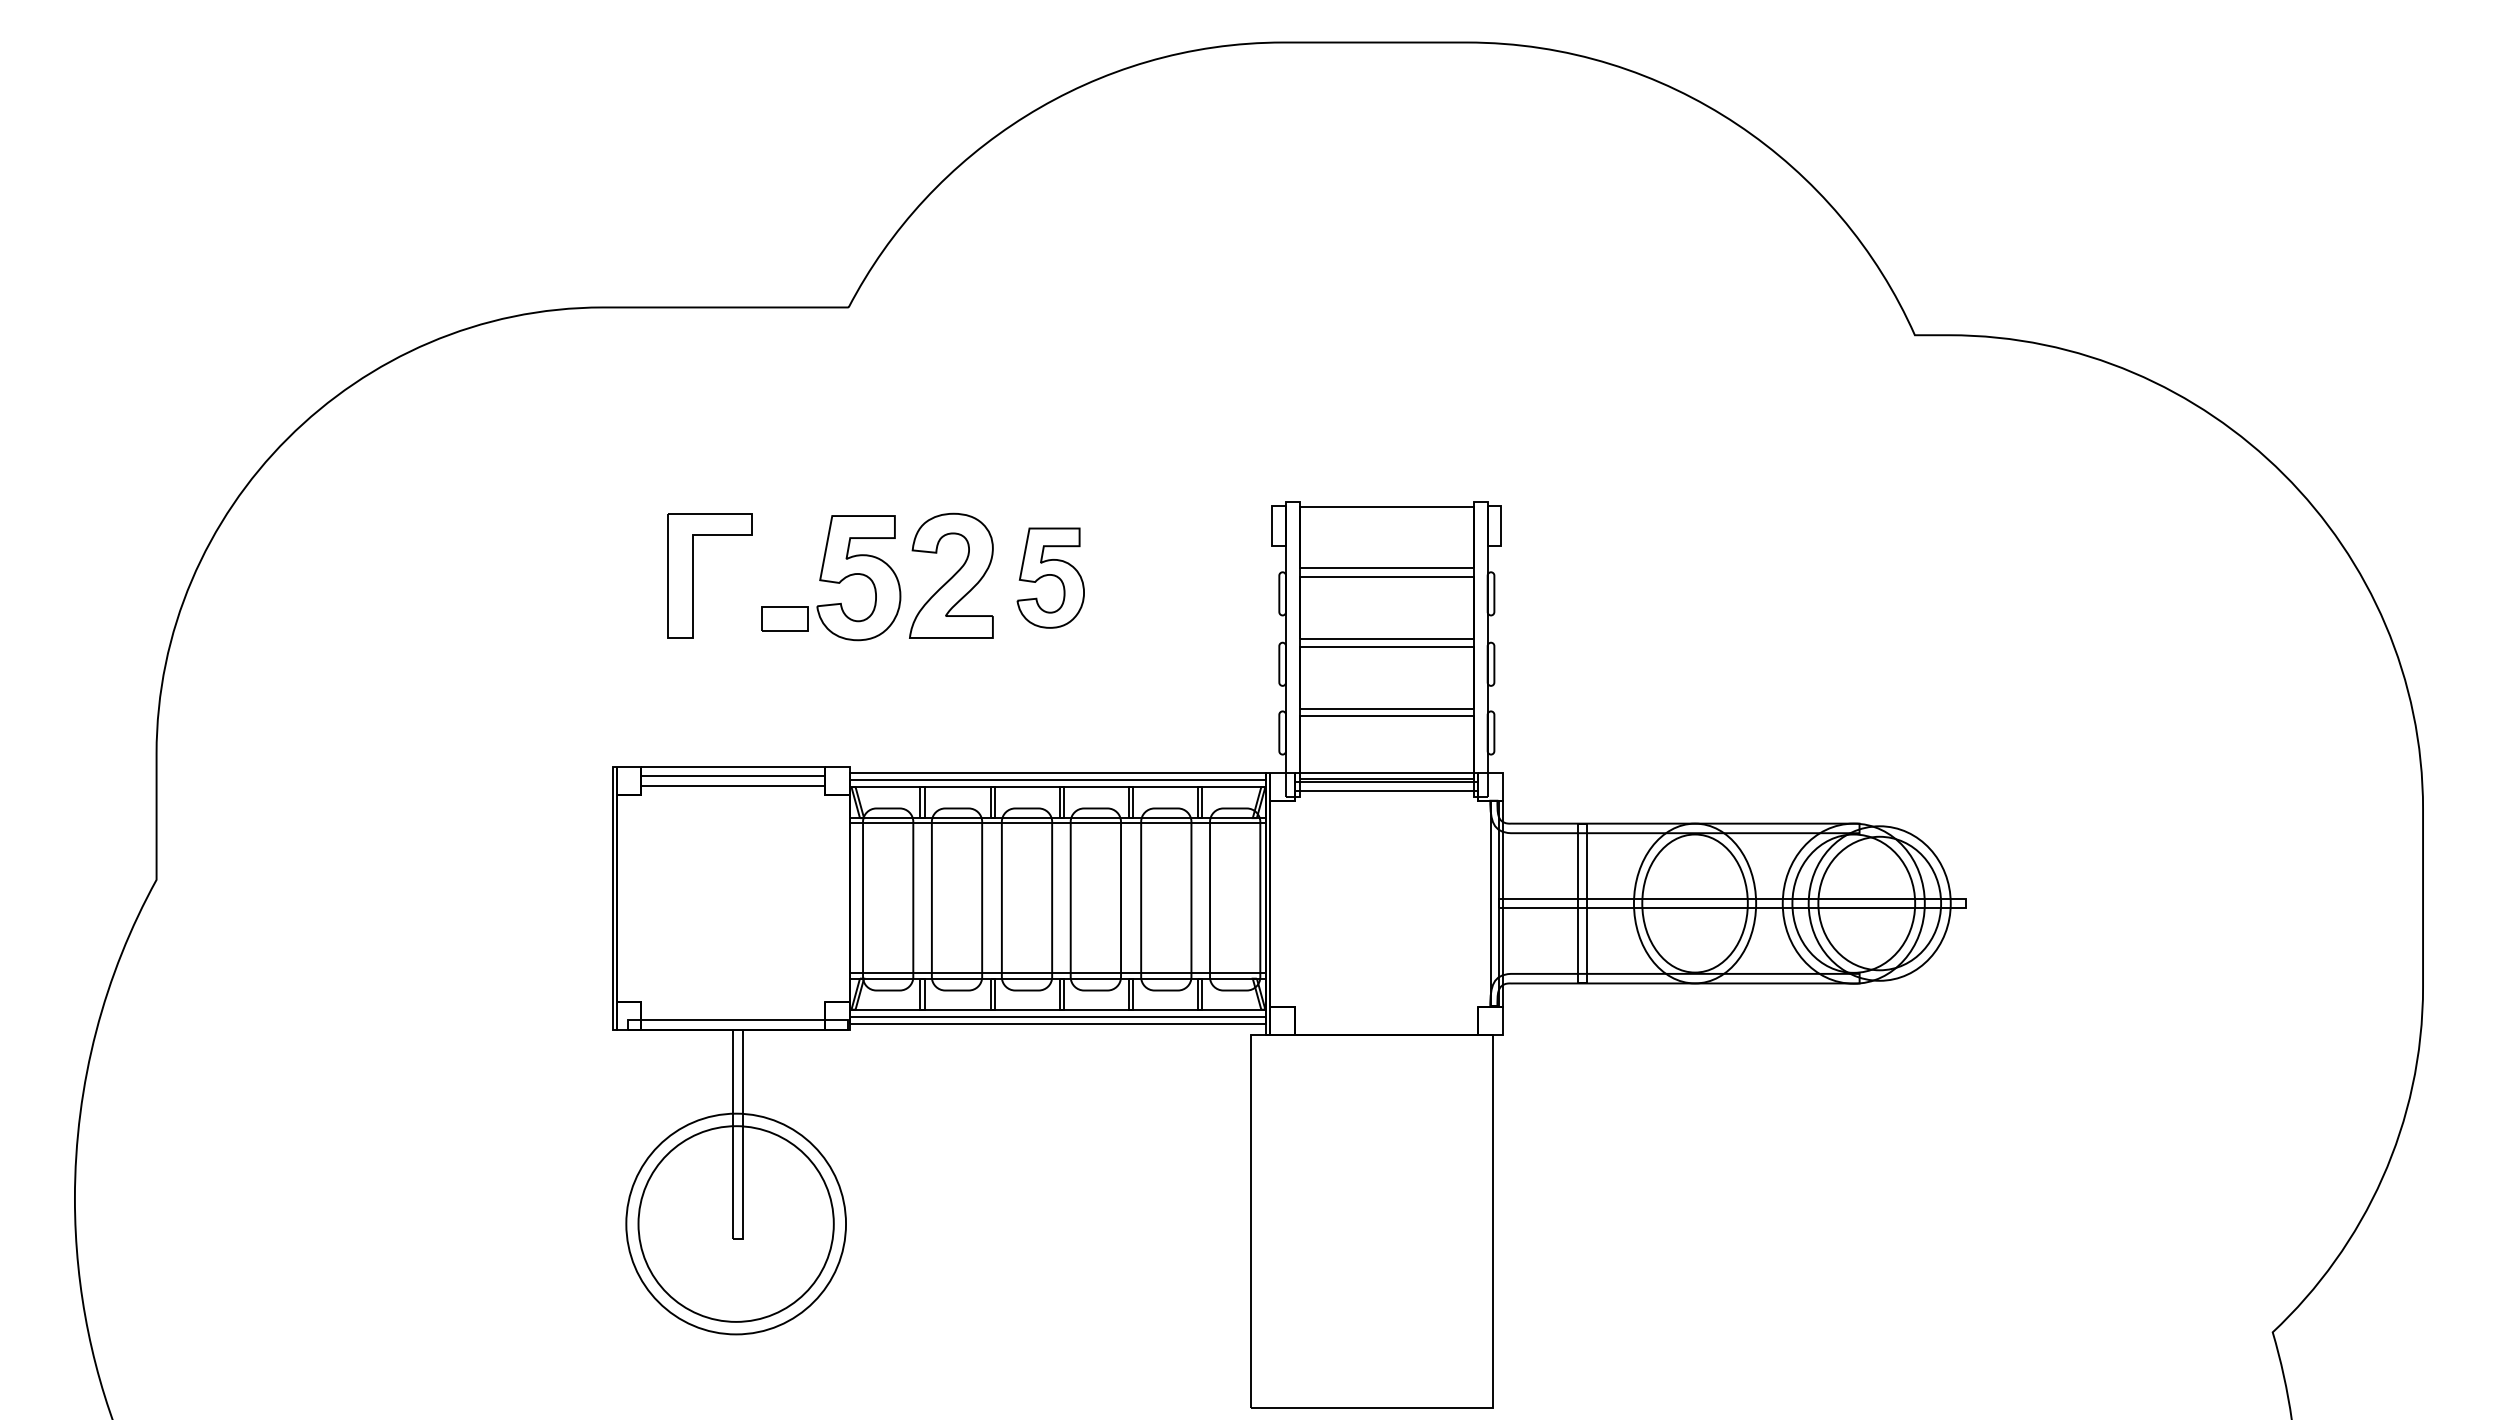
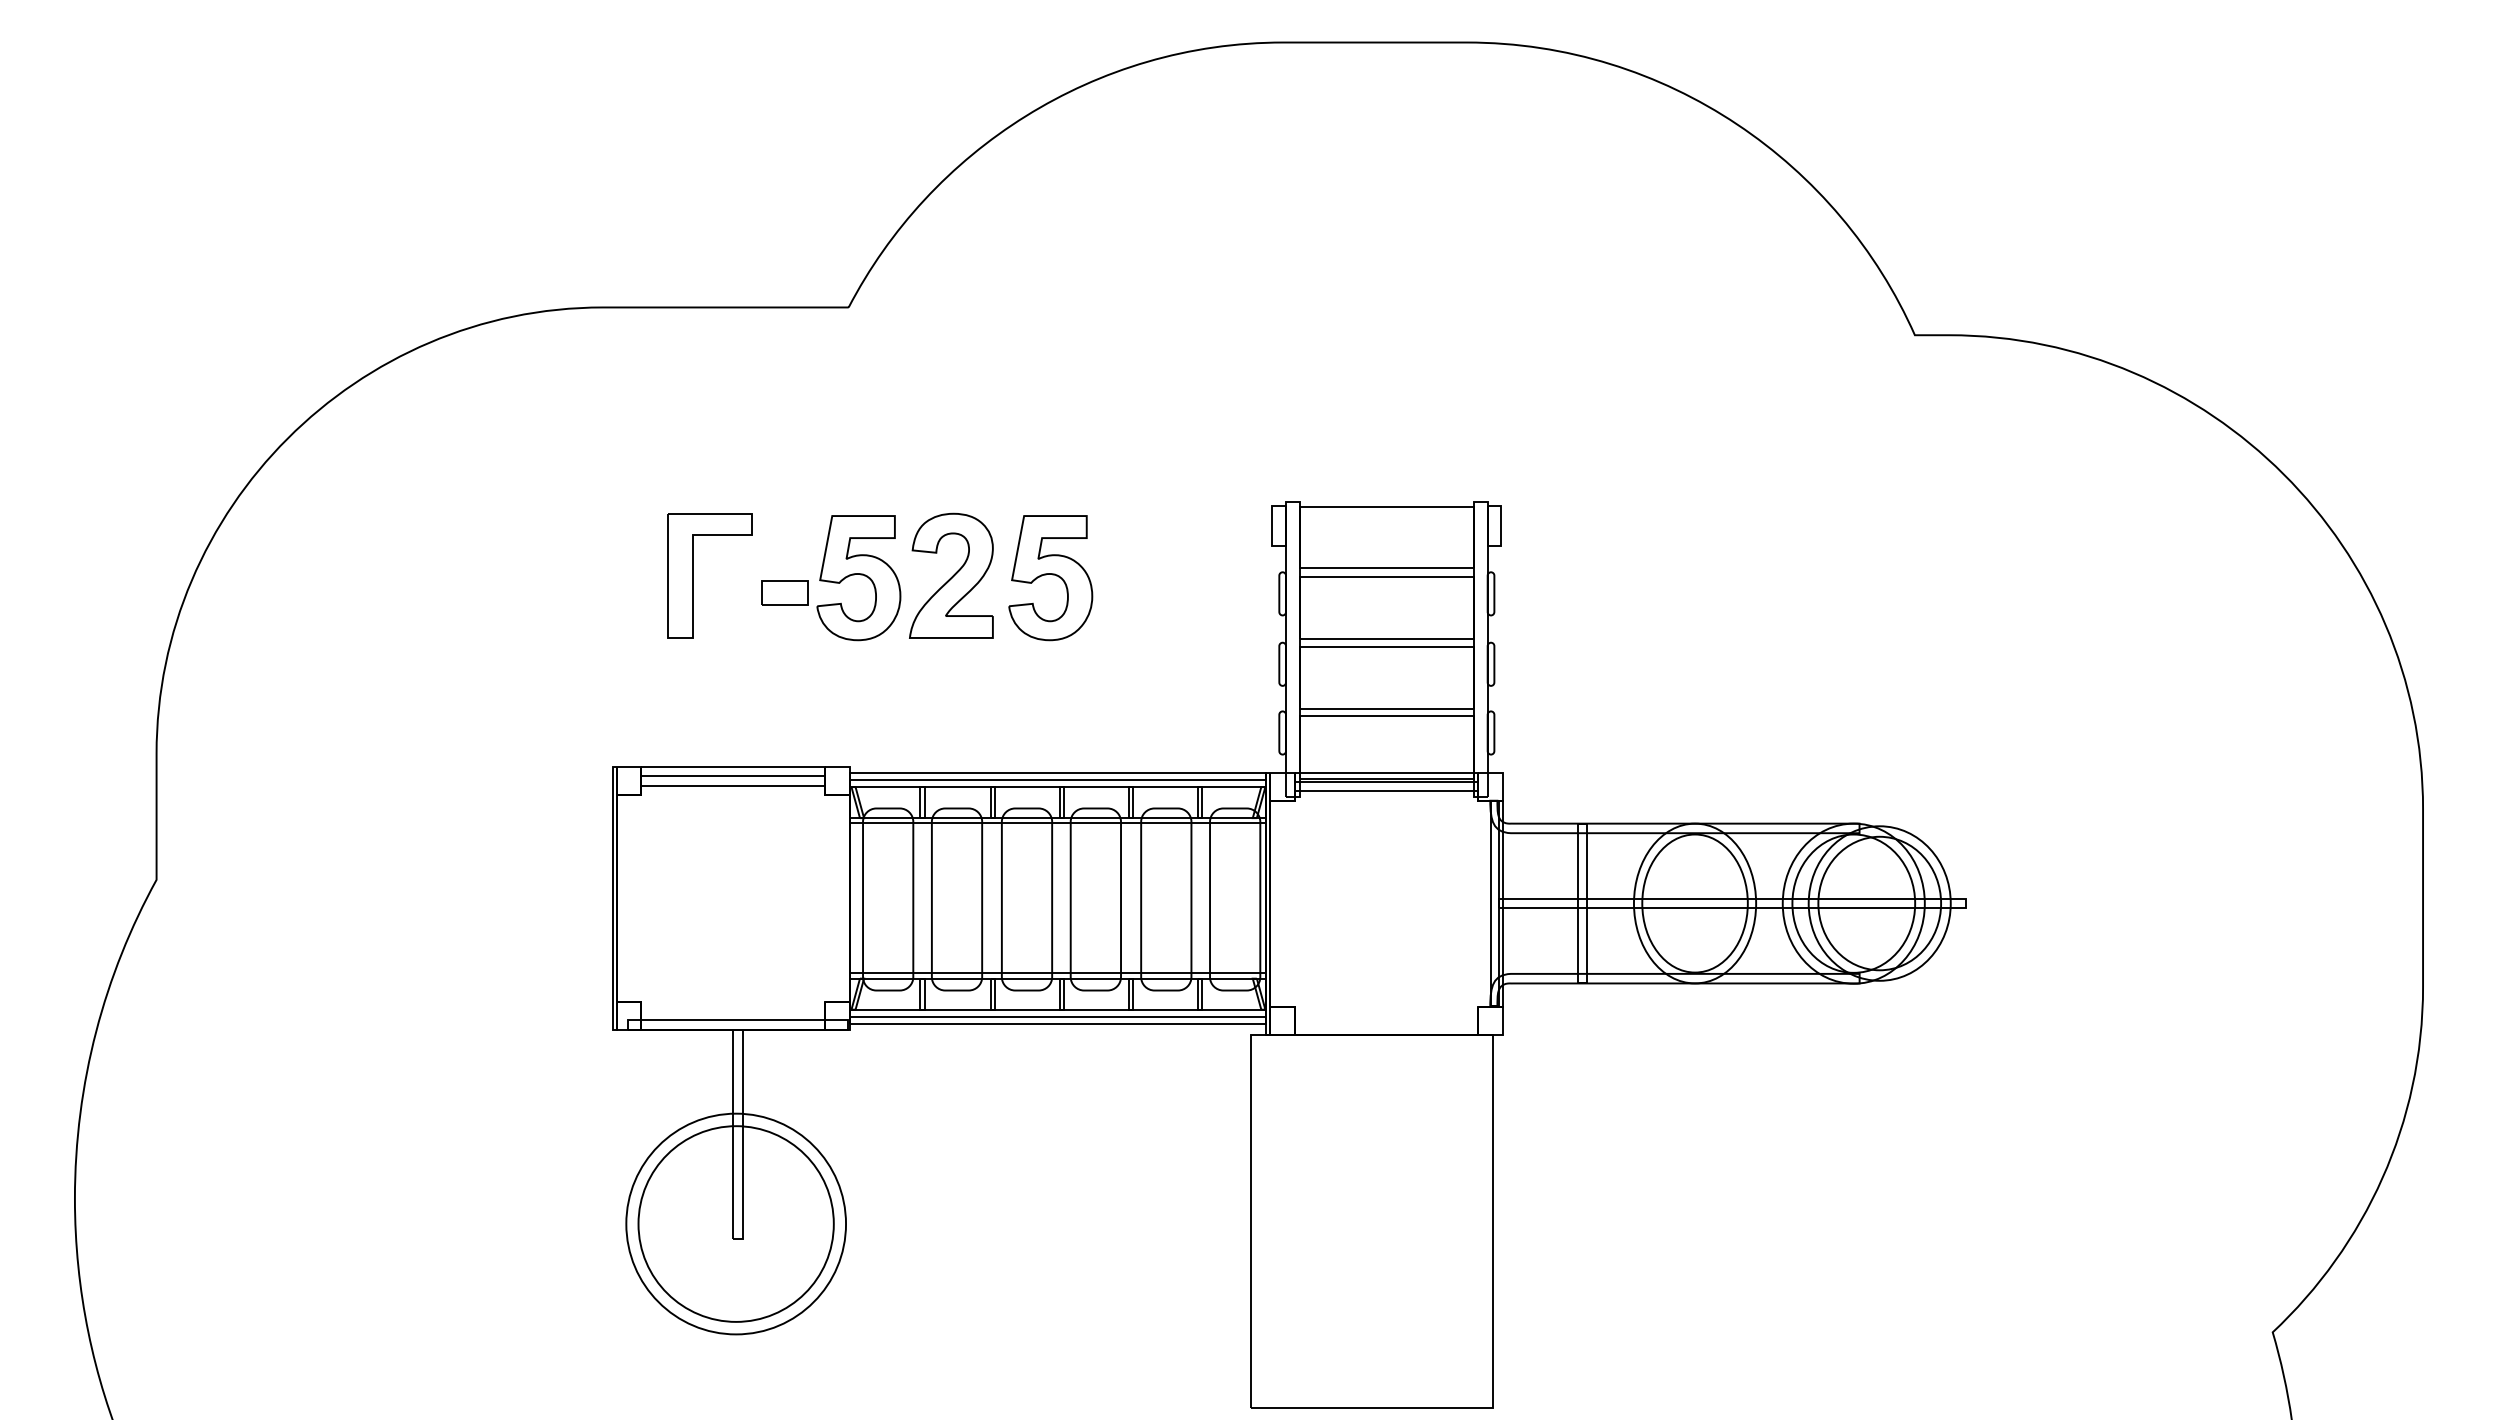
part at (1050, 577) size: 69x102 px -> 86x127 px
part at (784, 618) position: (784, 618) -> (784, 592)
